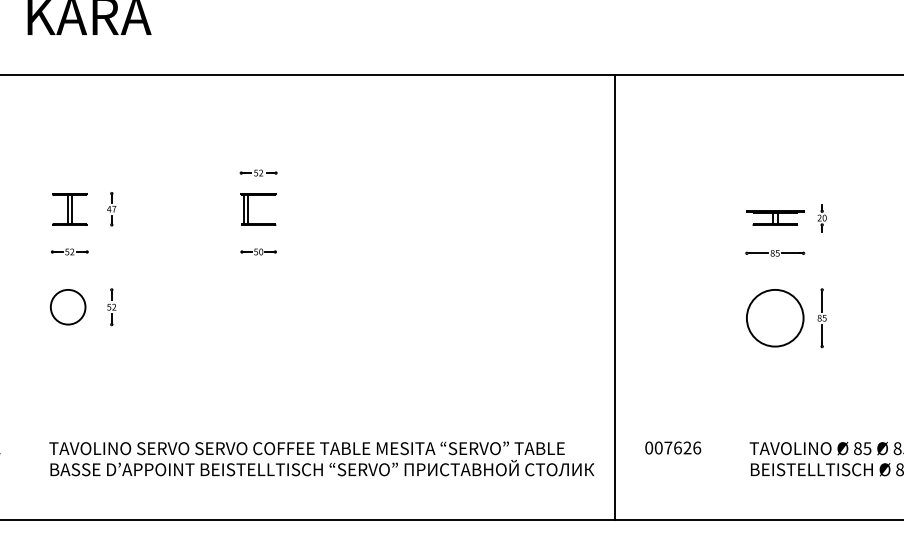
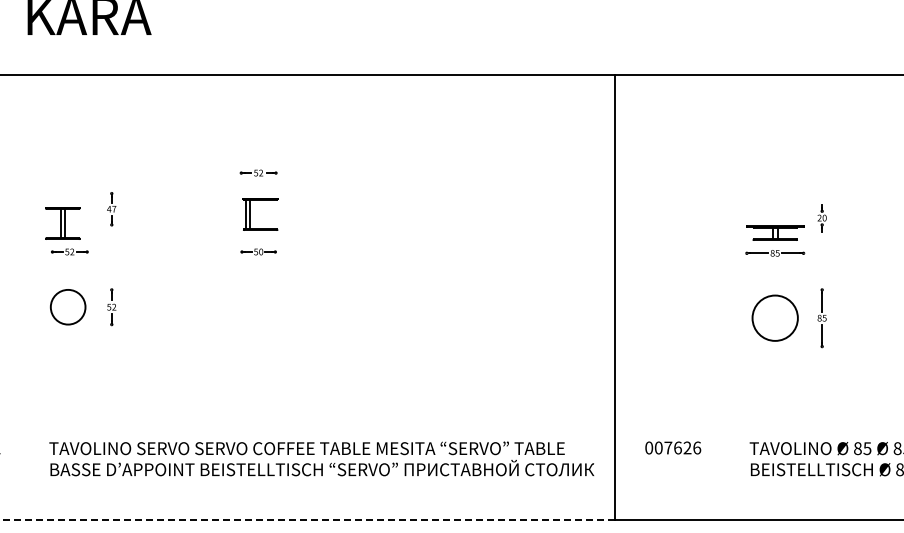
part at (69, 209) position: (69, 209) -> (62, 223)
part at (248, 209) position: (248, 209) -> (250, 214)
part at (775, 217) position: (775, 217) -> (775, 232)
circle at (774, 317) diameter: 57 px -> 45 px
line at (308, 519): solid -> dashed
